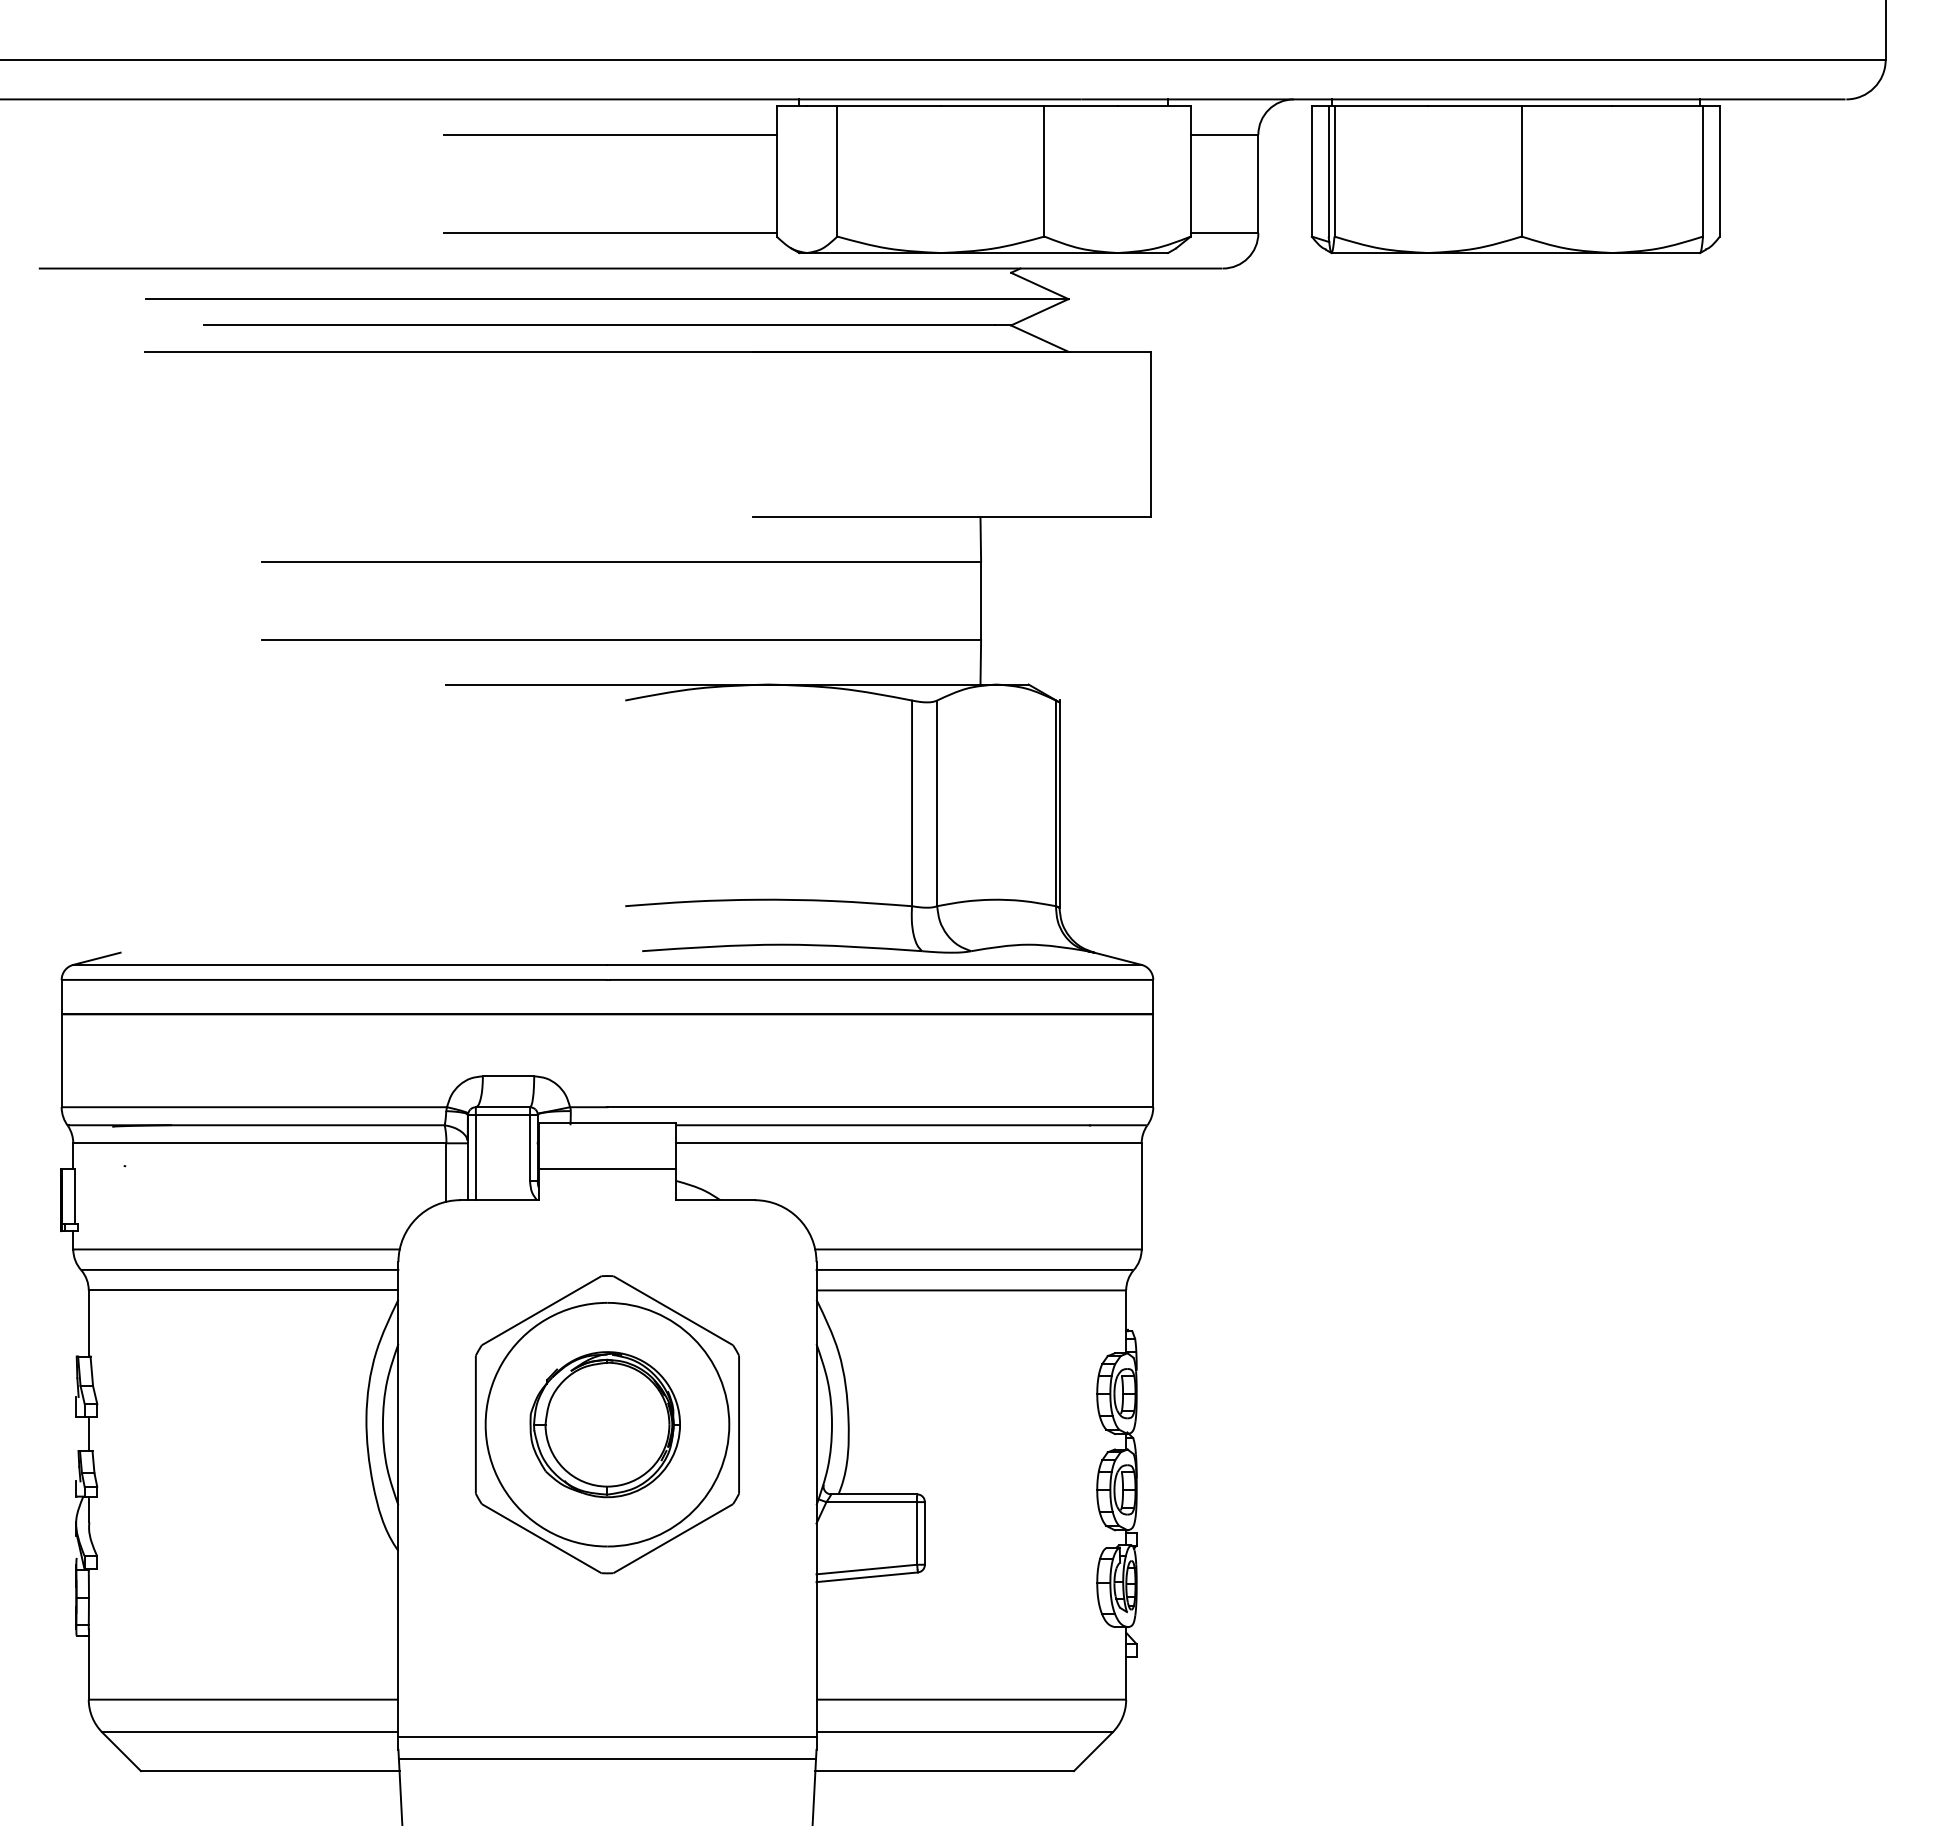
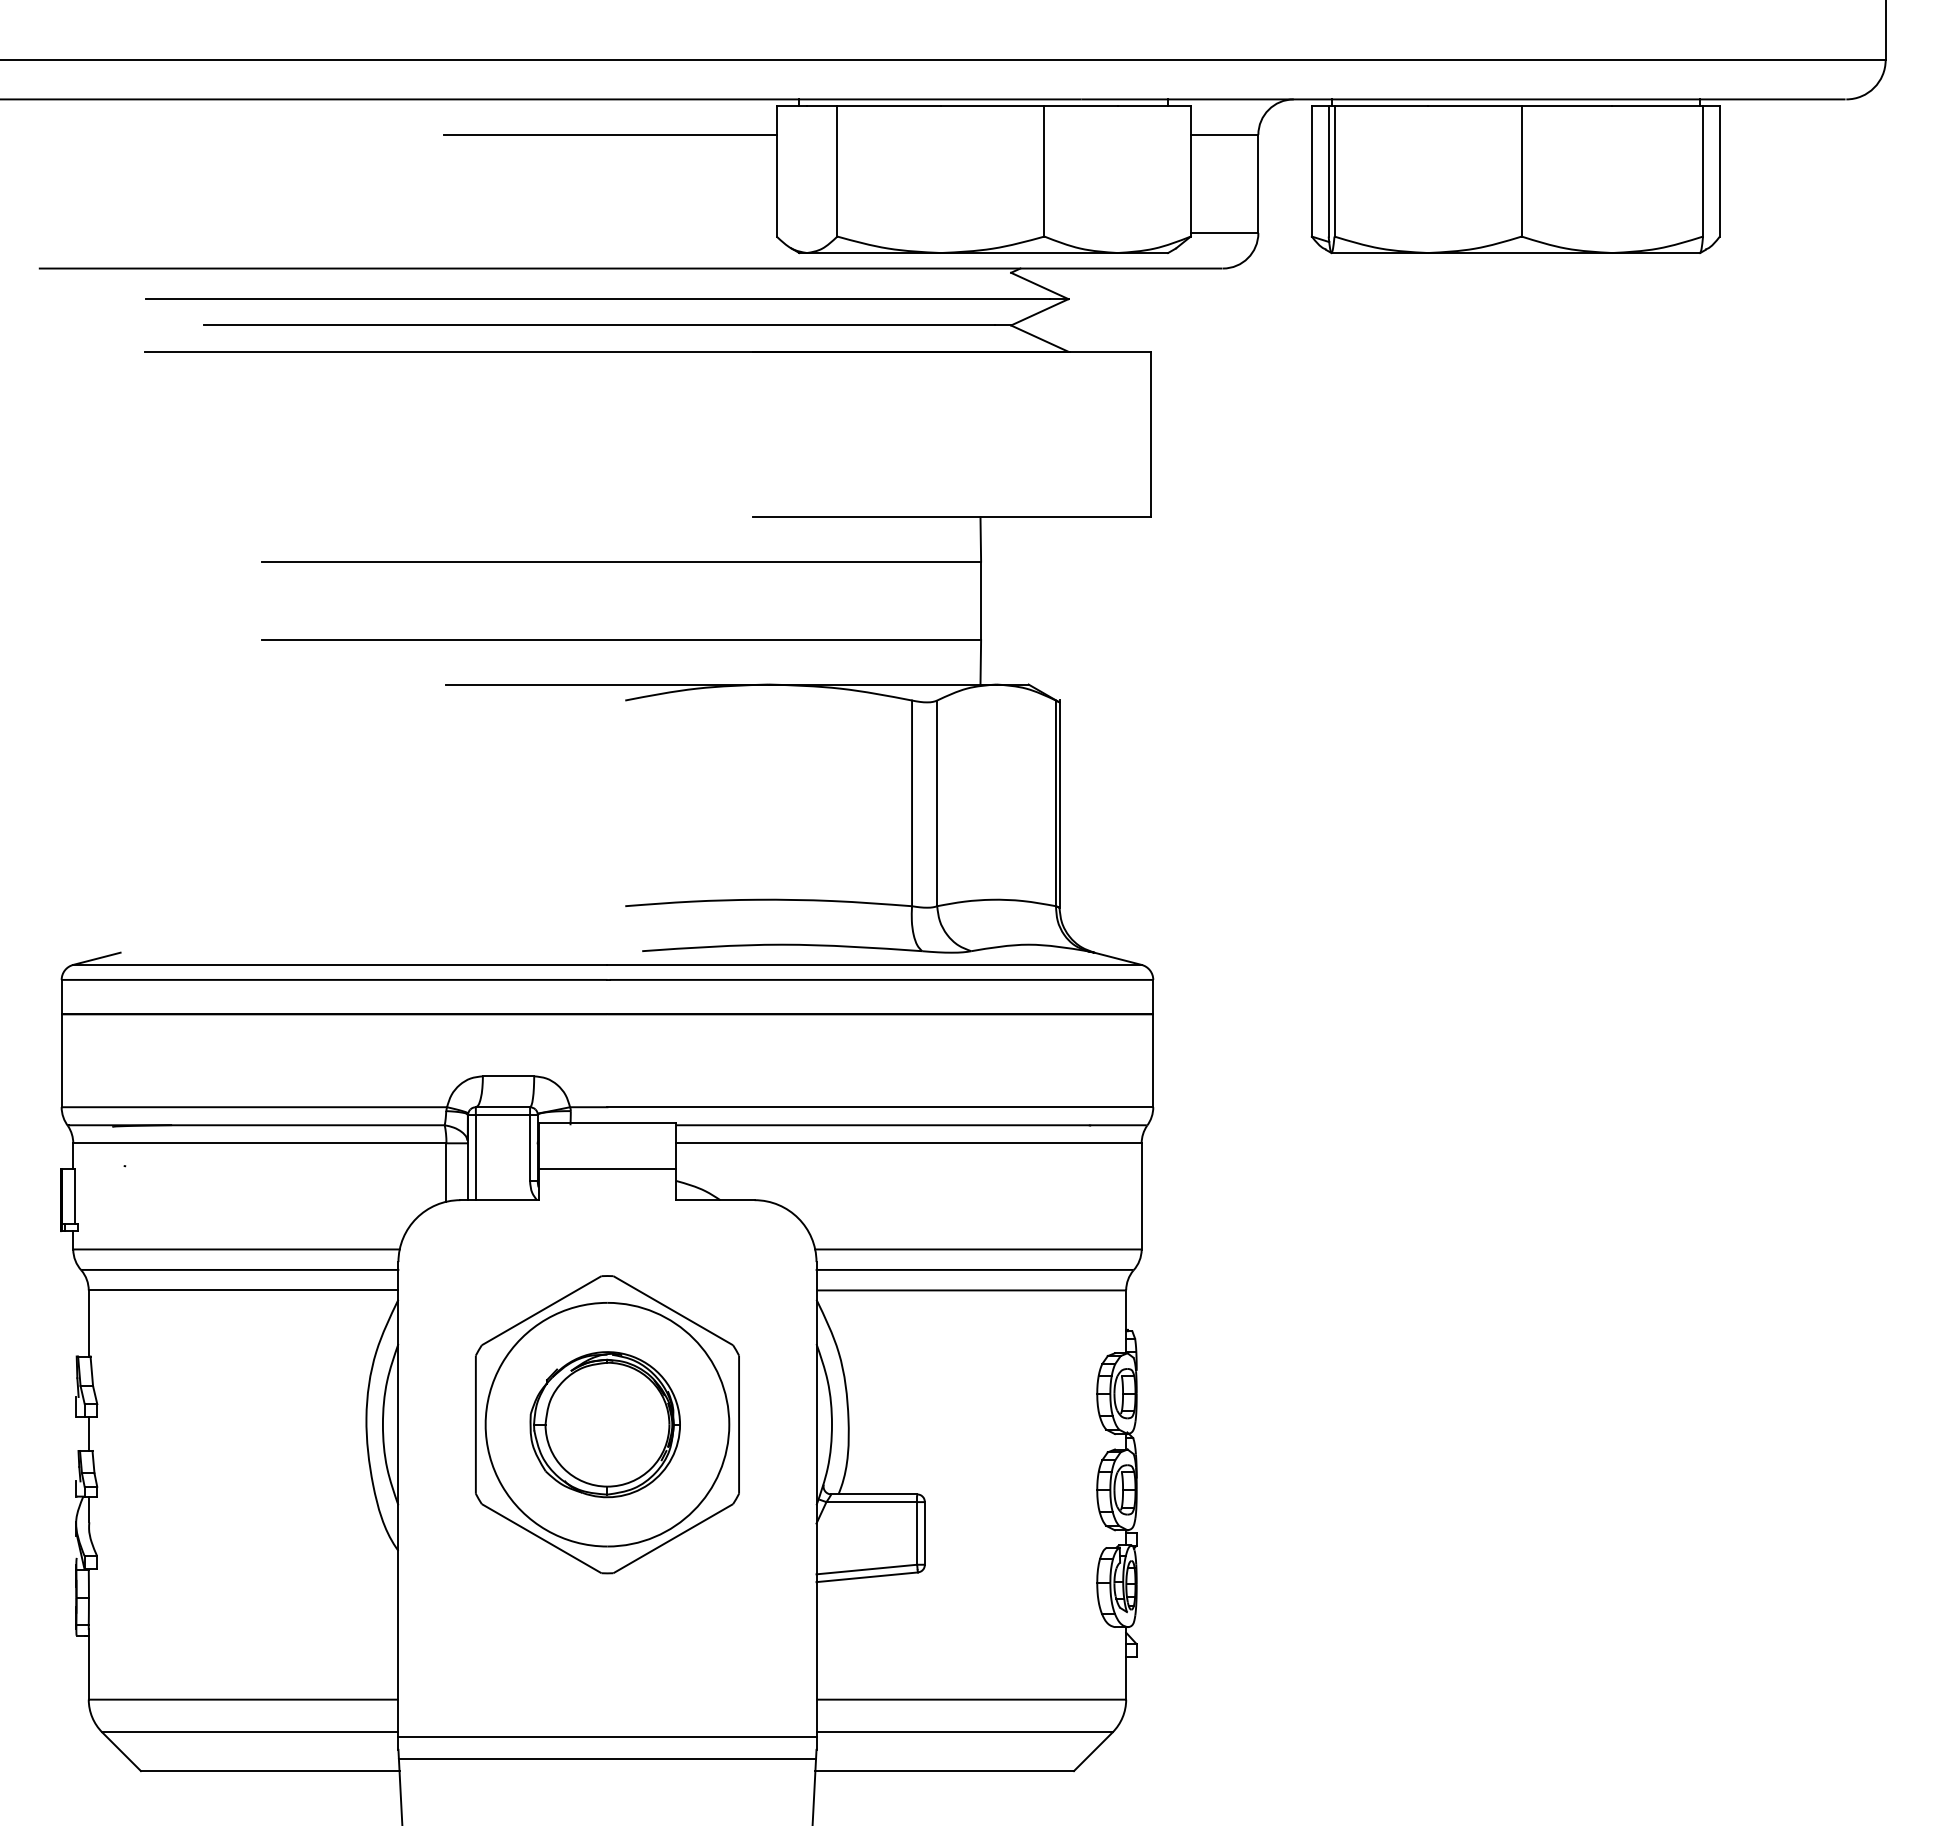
line at (610, 233): present -> none
